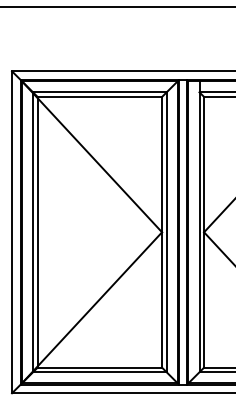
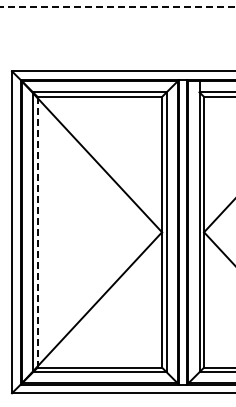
line at (118, 6): solid -> dashed
line at (37, 232): solid -> dashed
